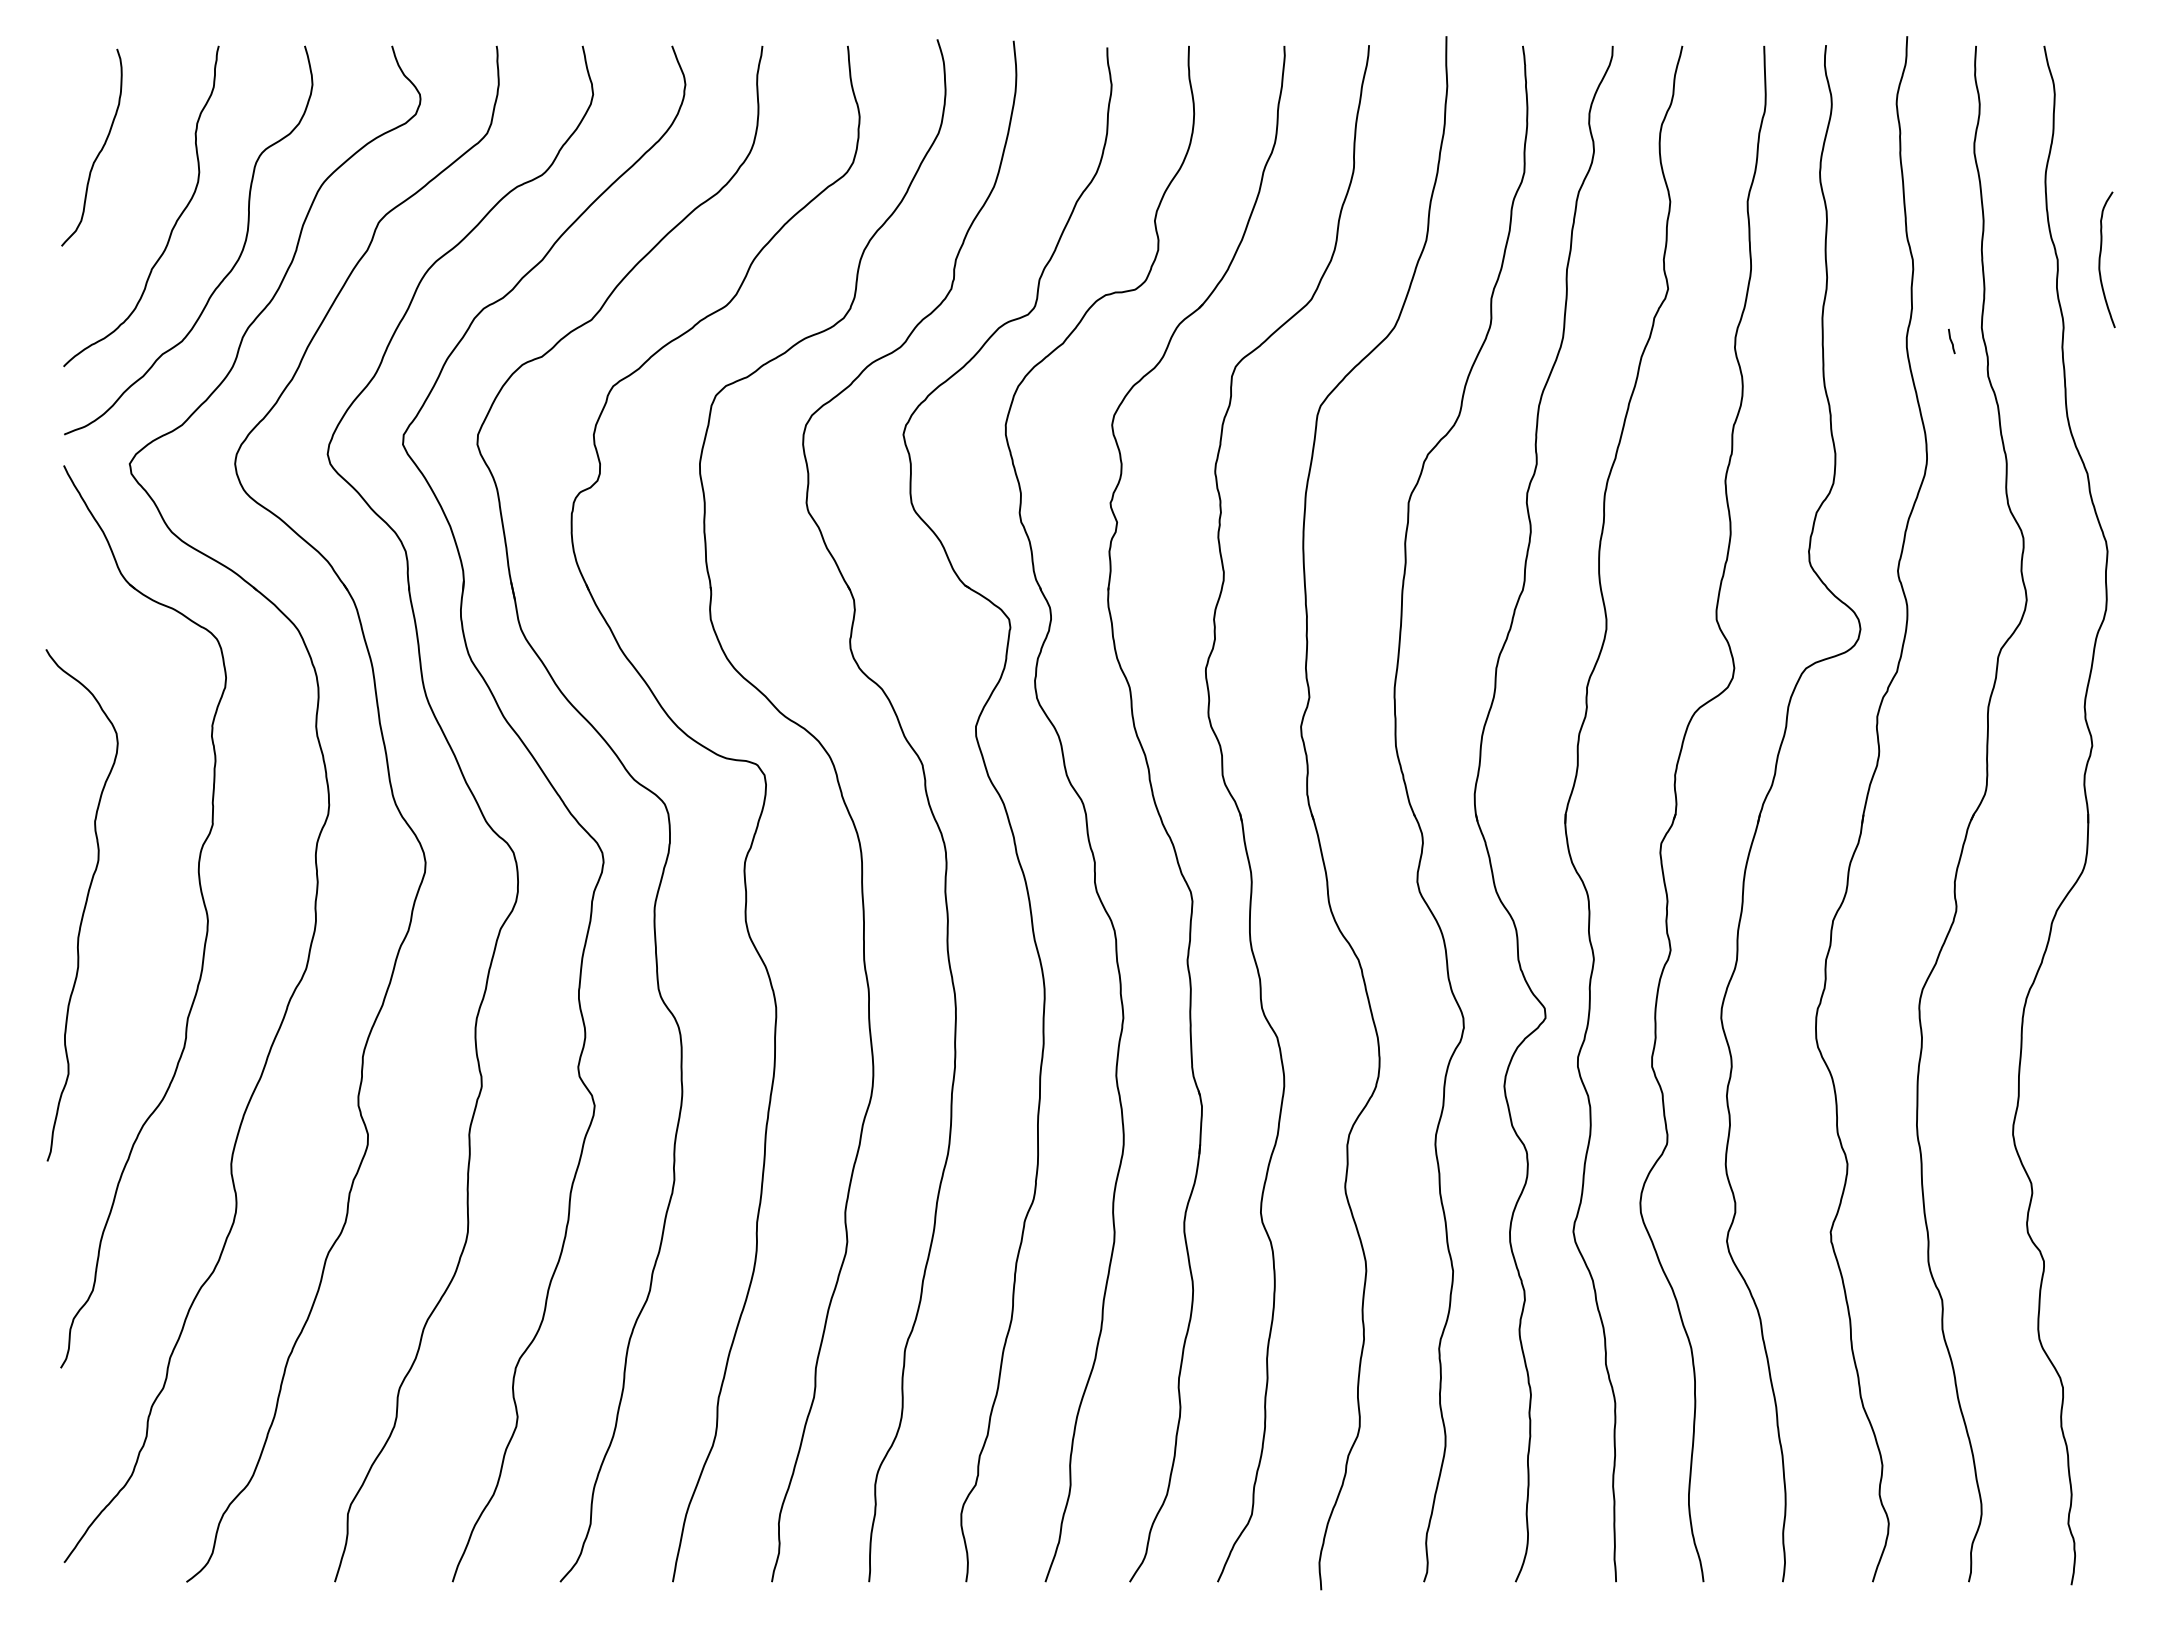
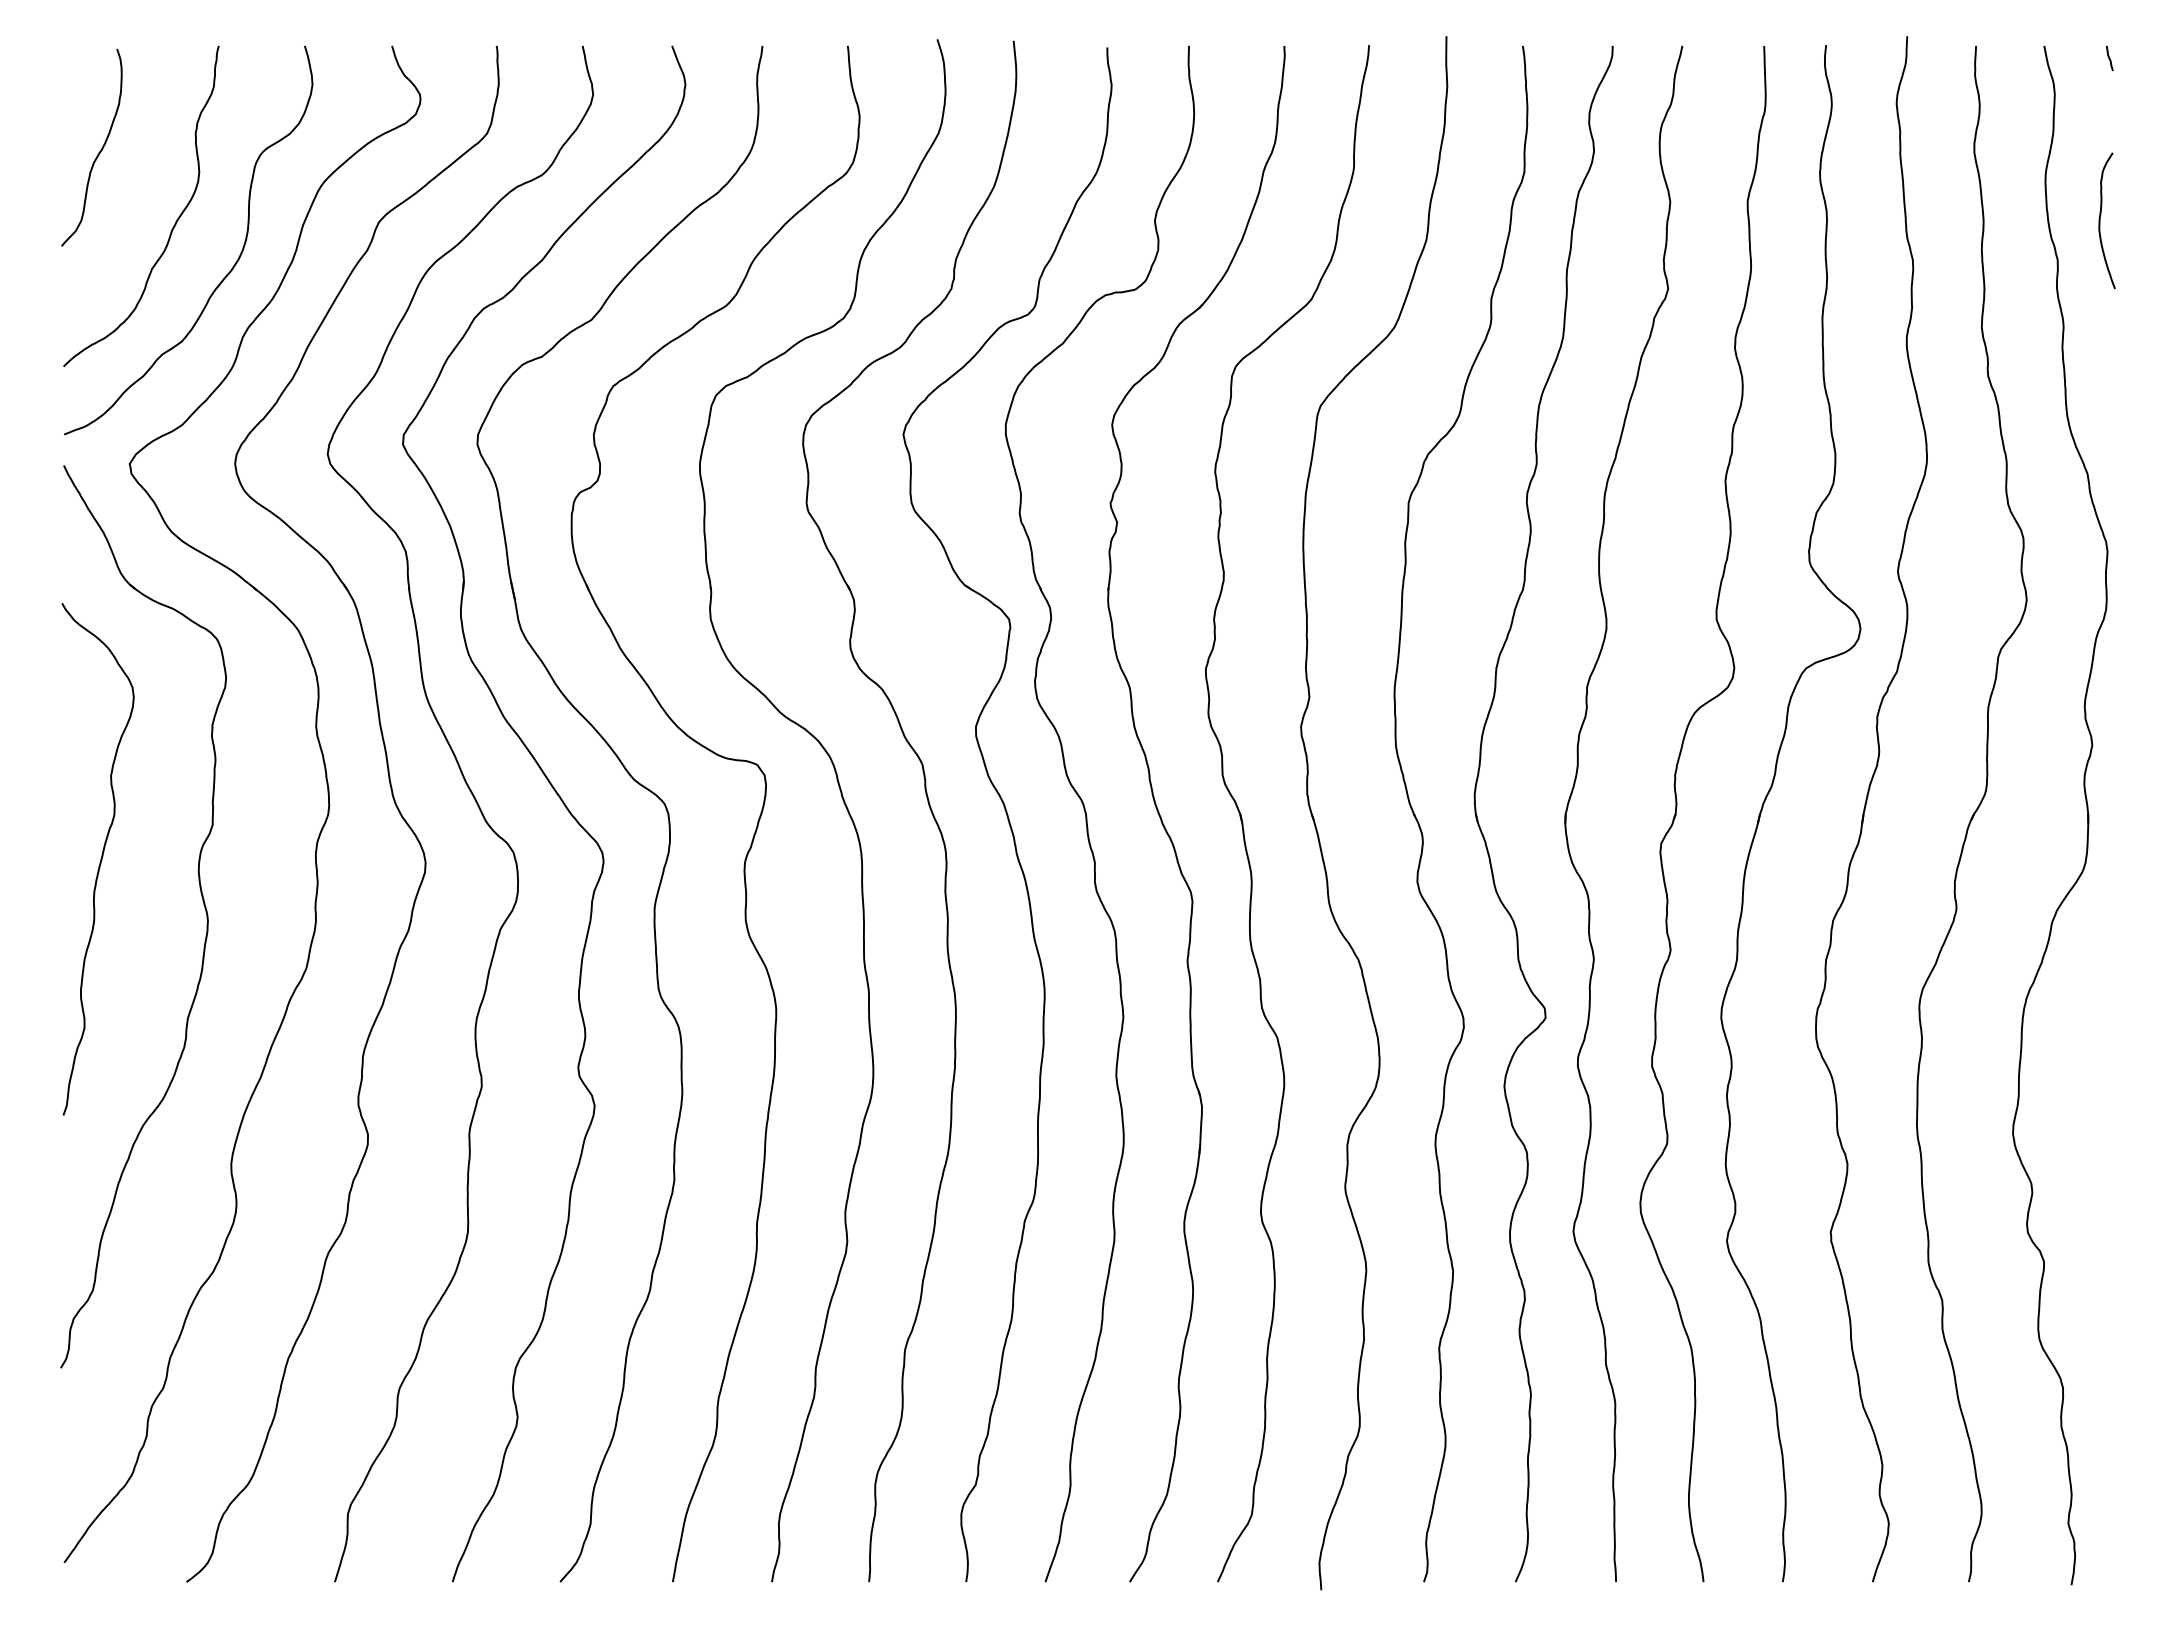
curve at (2100, 259) position: (2100, 259) -> (2100, 220)
line at (1951, 341) position: (1951, 341) -> (2109, 58)
curve at (84, 905) position: (84, 905) -> (100, 859)
